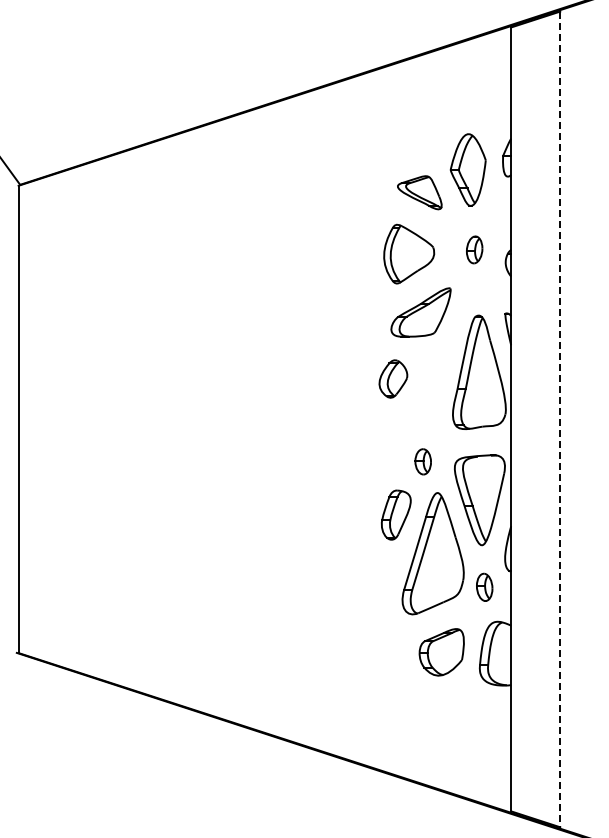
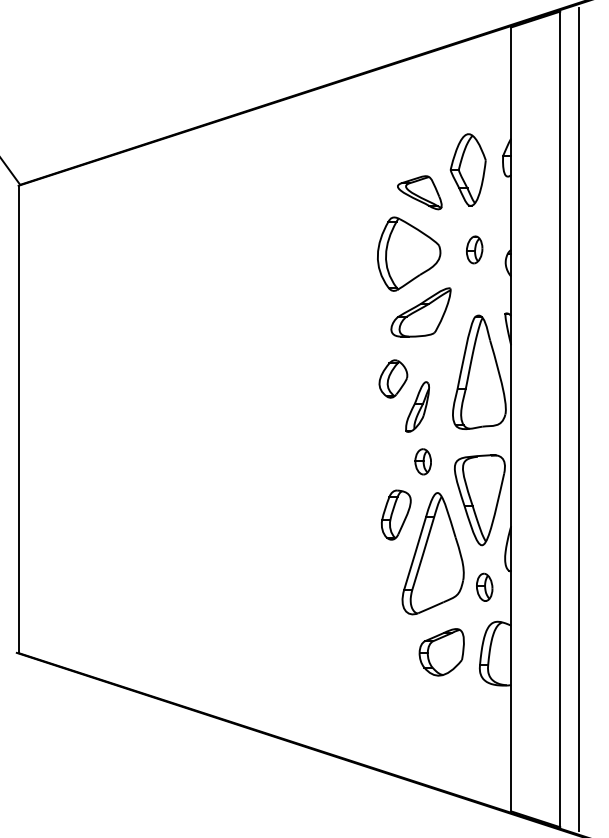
part at (409, 253) size: 53x62 px -> 65x76 px
part at (417, 406): none -> present
line at (560, 419): dashed -> solid
line at (579, 419): none -> present
